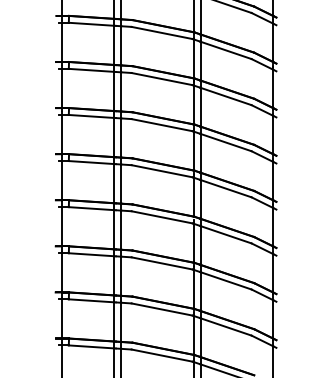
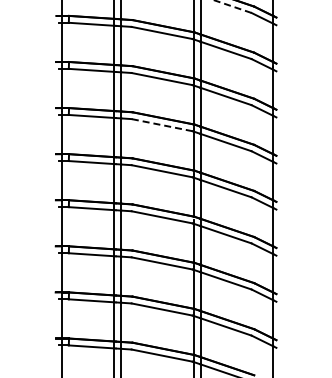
line at (232, 6): solid -> dashed
line at (161, 125): solid -> dashed
